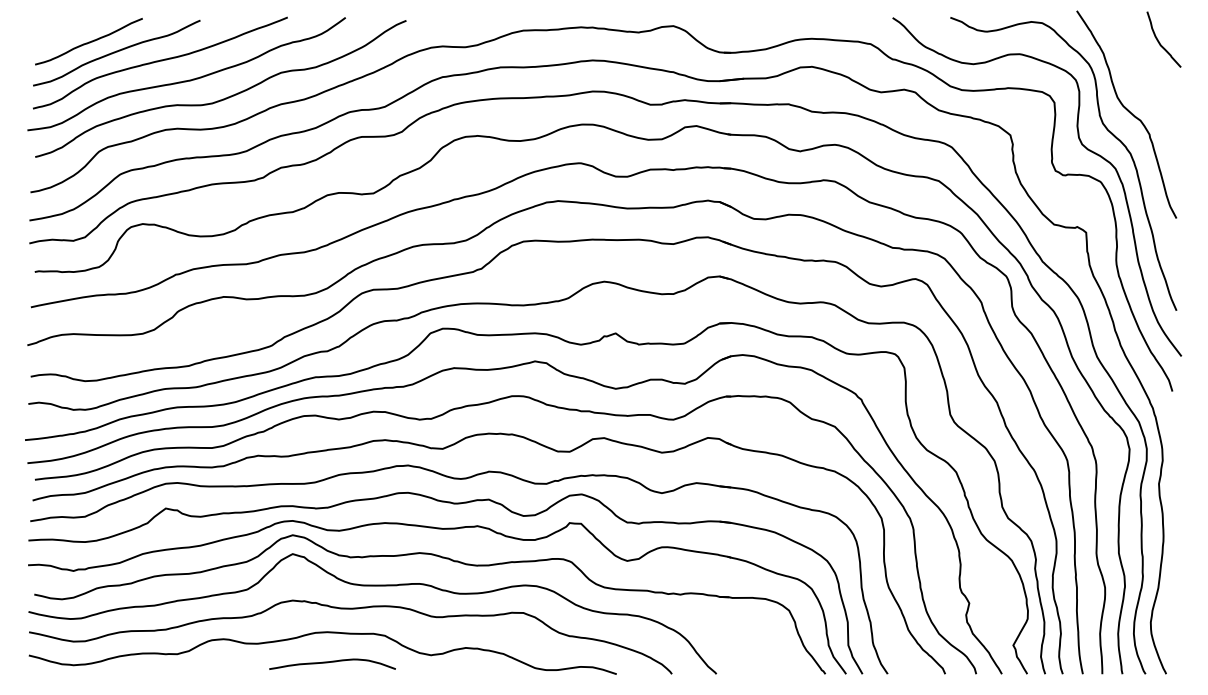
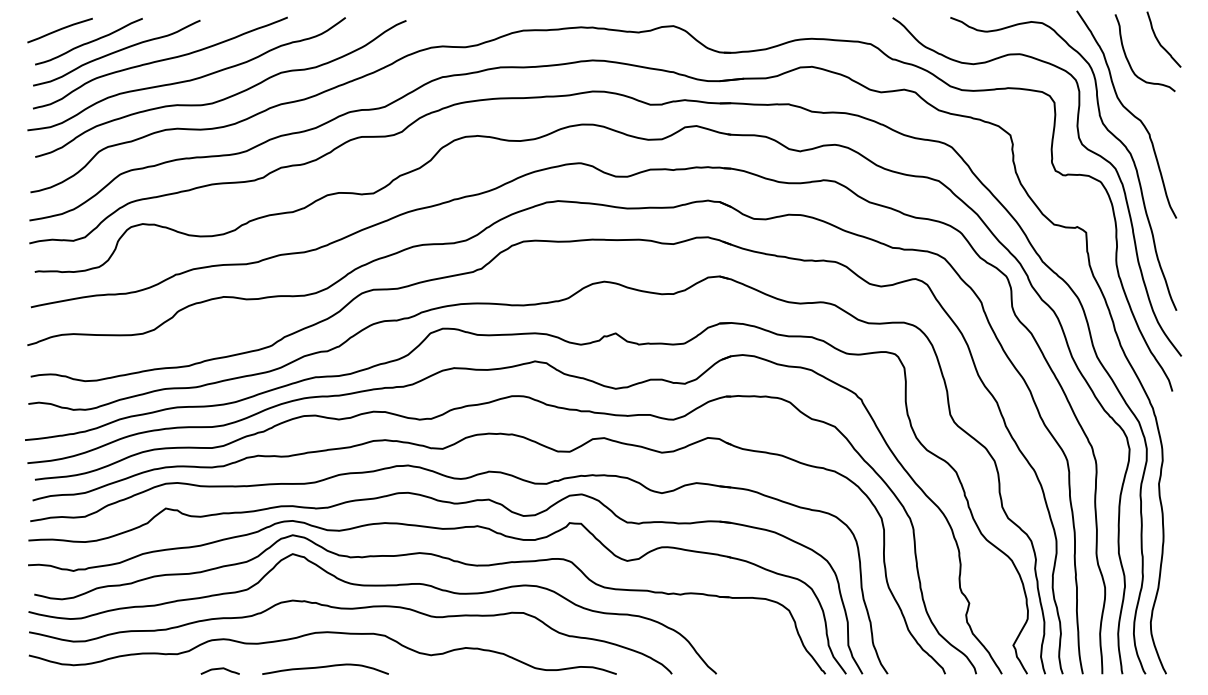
curve at (59, 30): none -> present
curve at (1129, 61): none -> present
curve at (332, 662) position: (332, 662) -> (325, 667)
curve at (219, 669): none -> present
